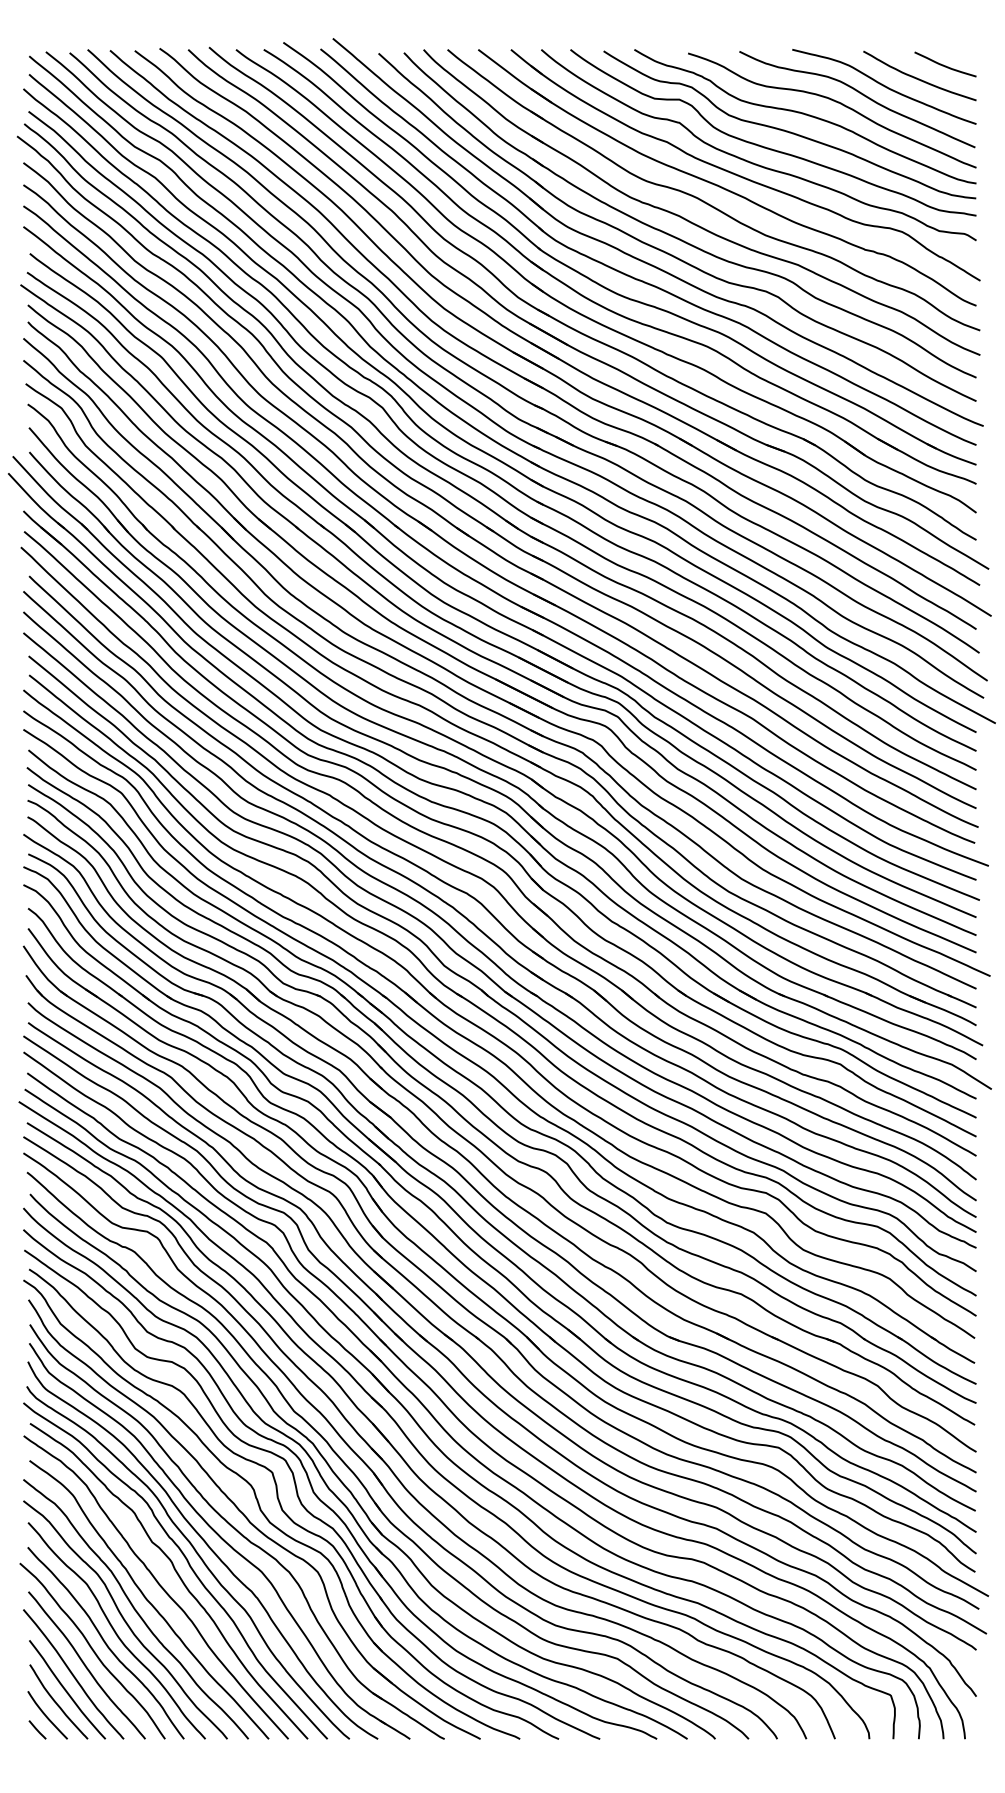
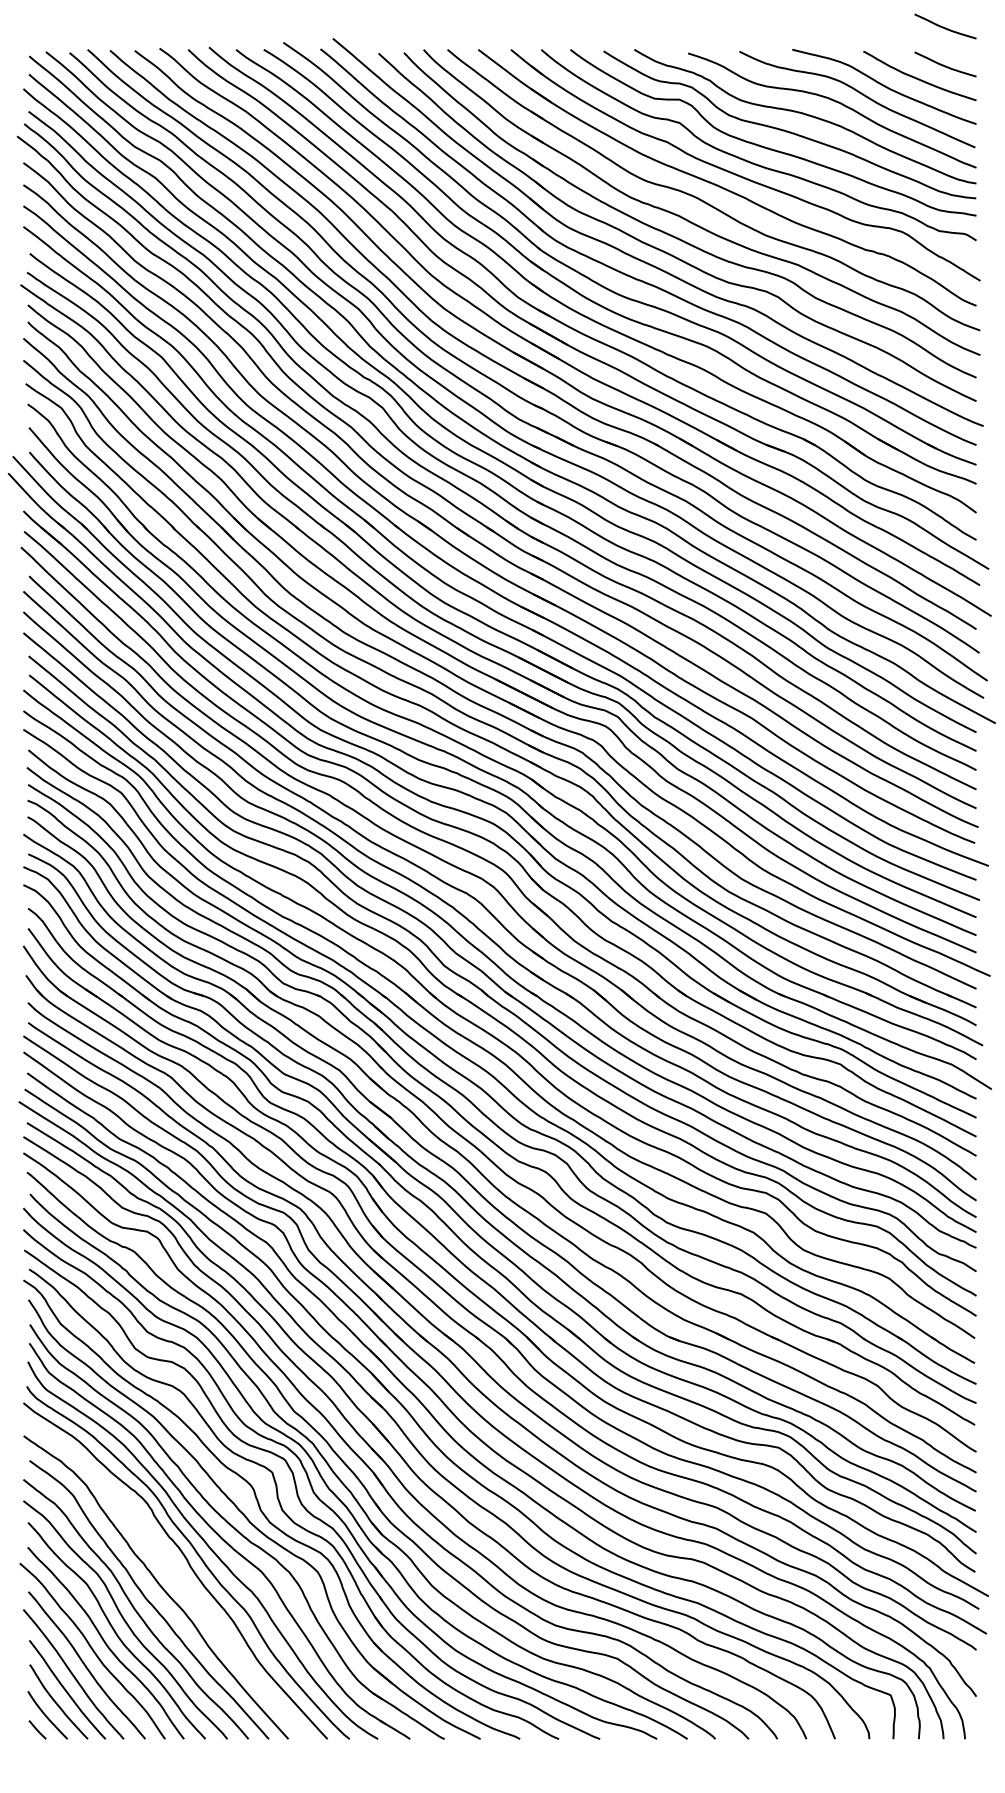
curve at (945, 27): none -> present
curve at (178, 1577): present -> none
